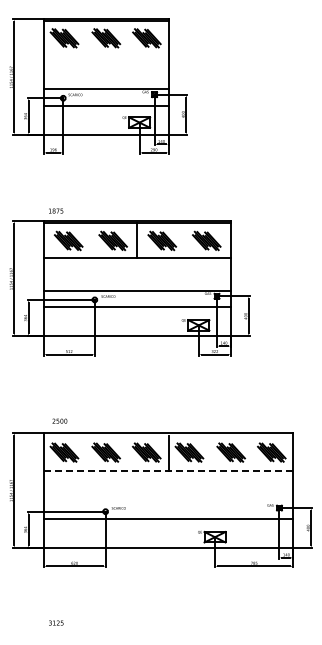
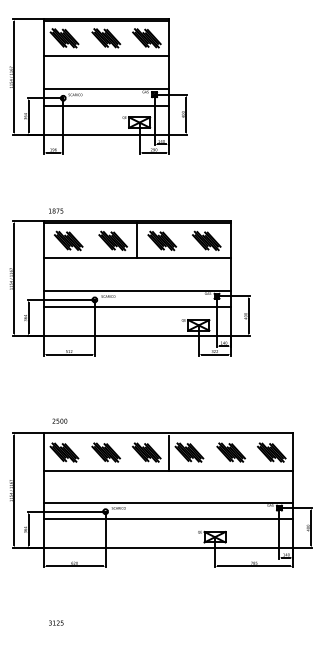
line at (105, 56): none -> present
line at (168, 470): dashed -> solid
line at (168, 502): none -> present
